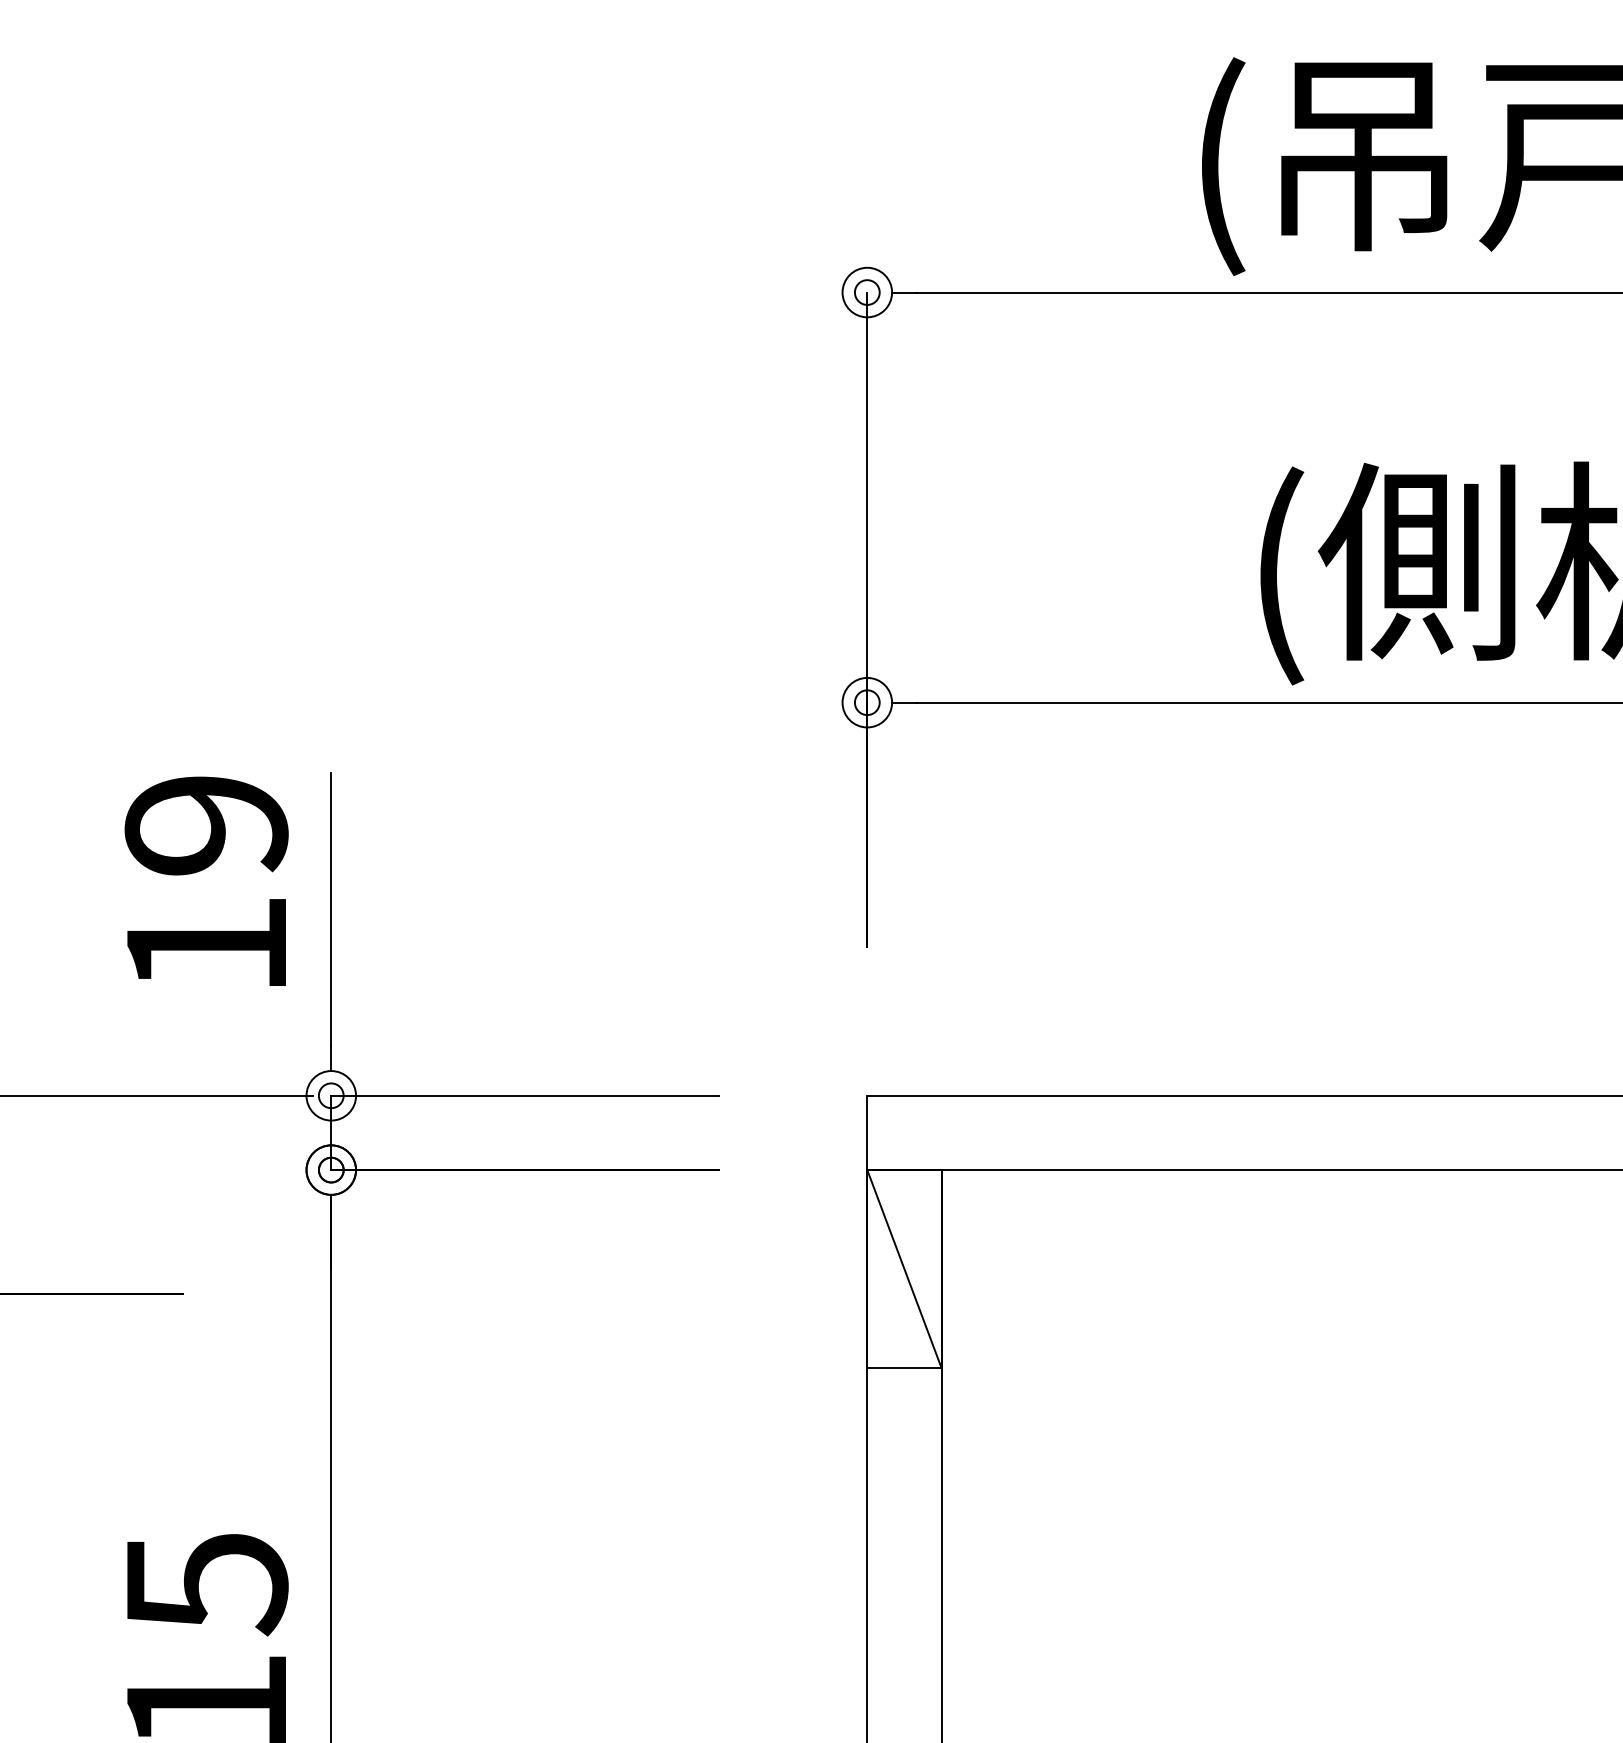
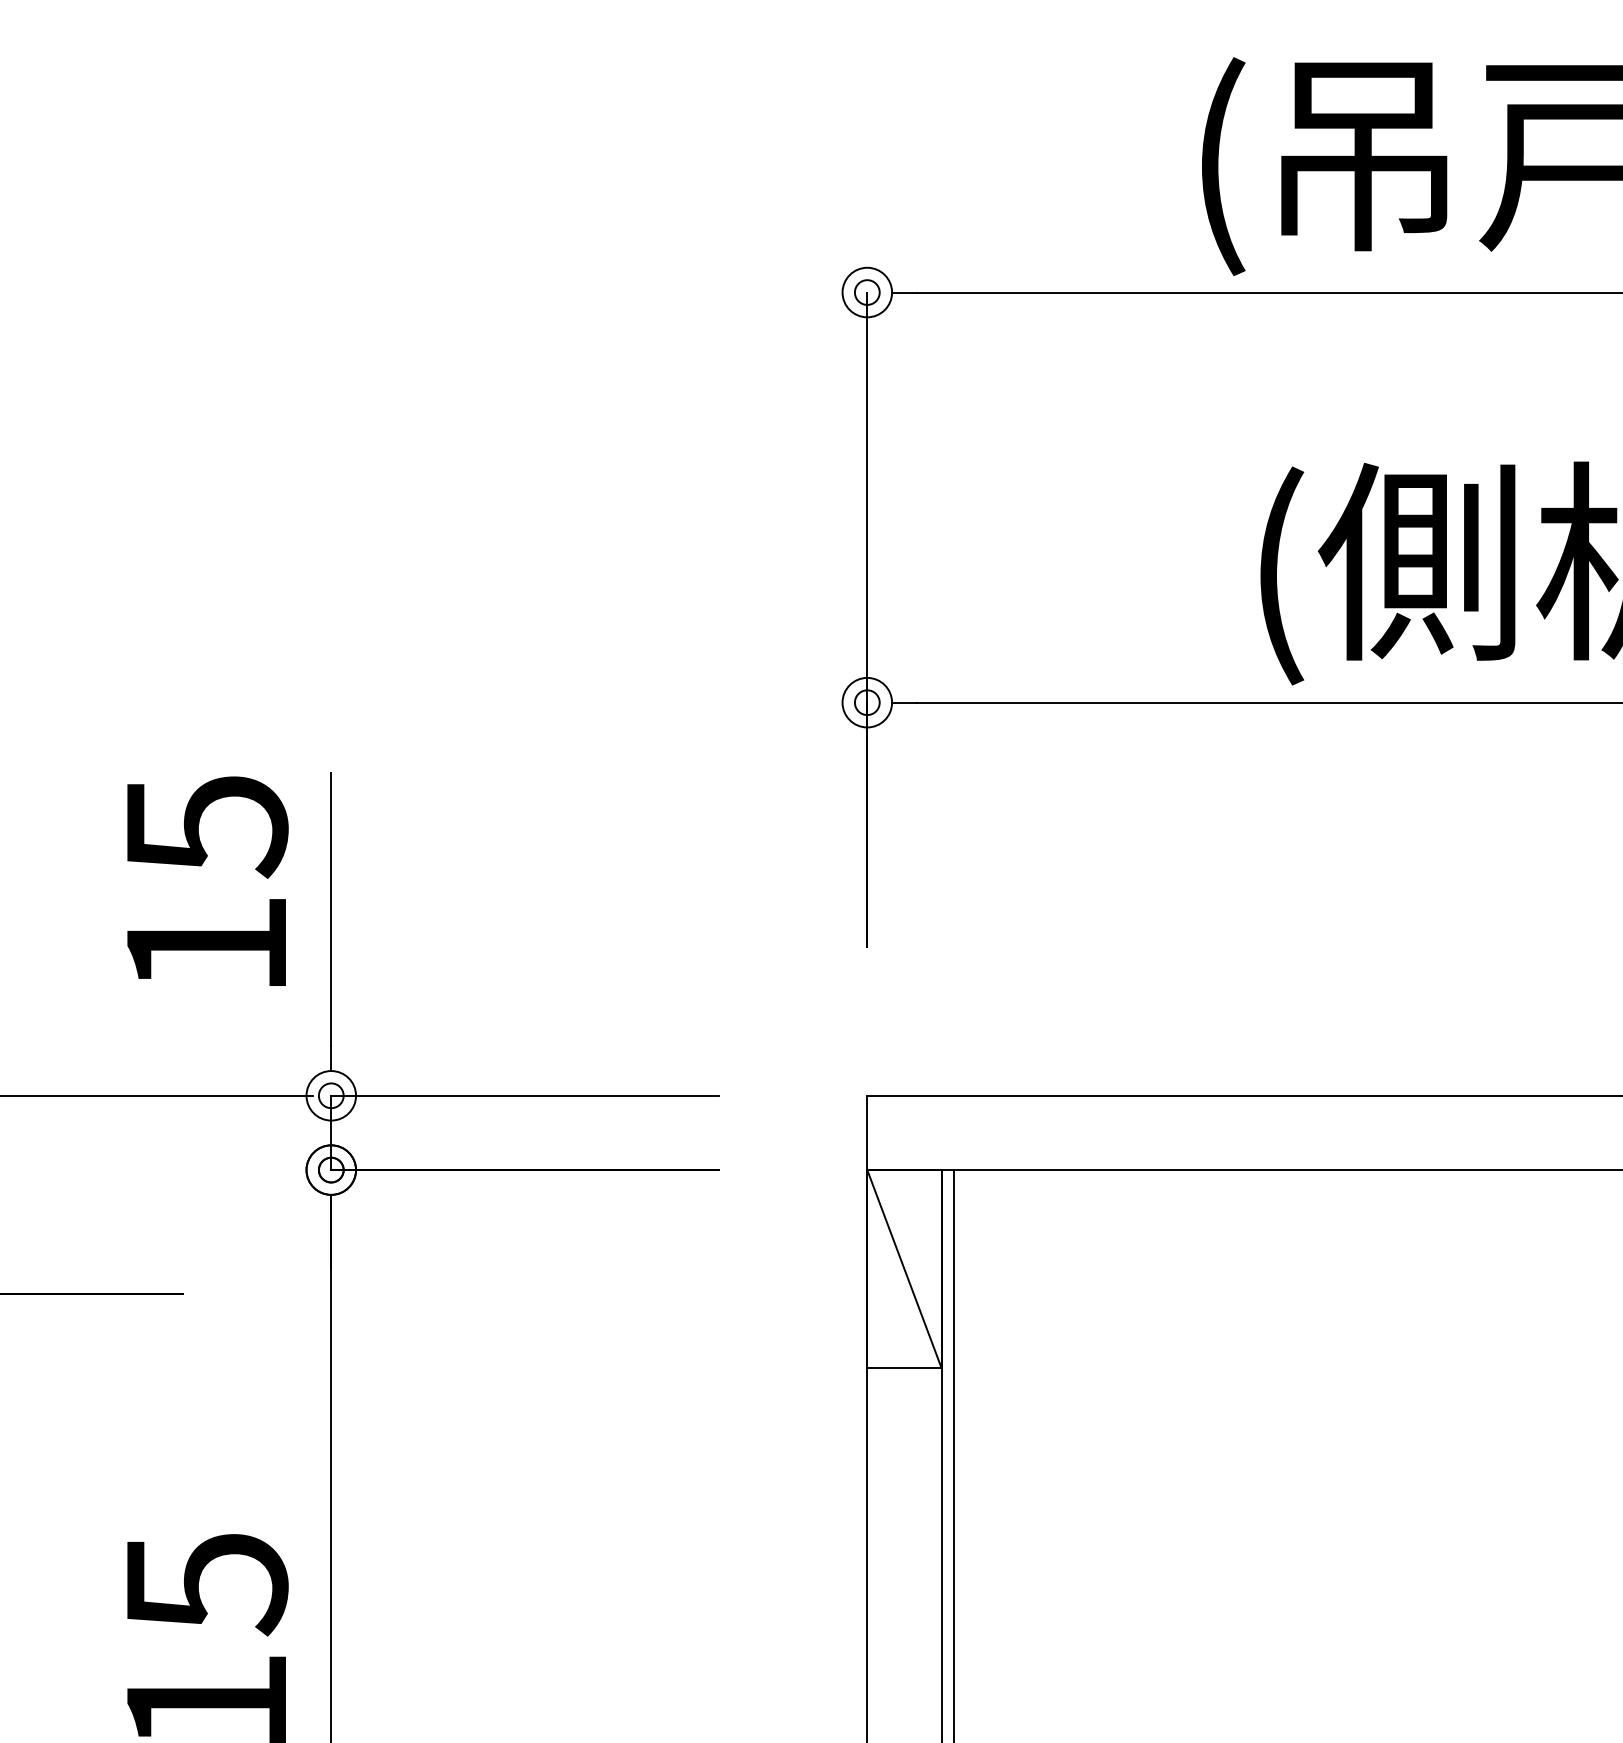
text at (206, 827): 19 -> 15
line at (954, 1454): none -> present
